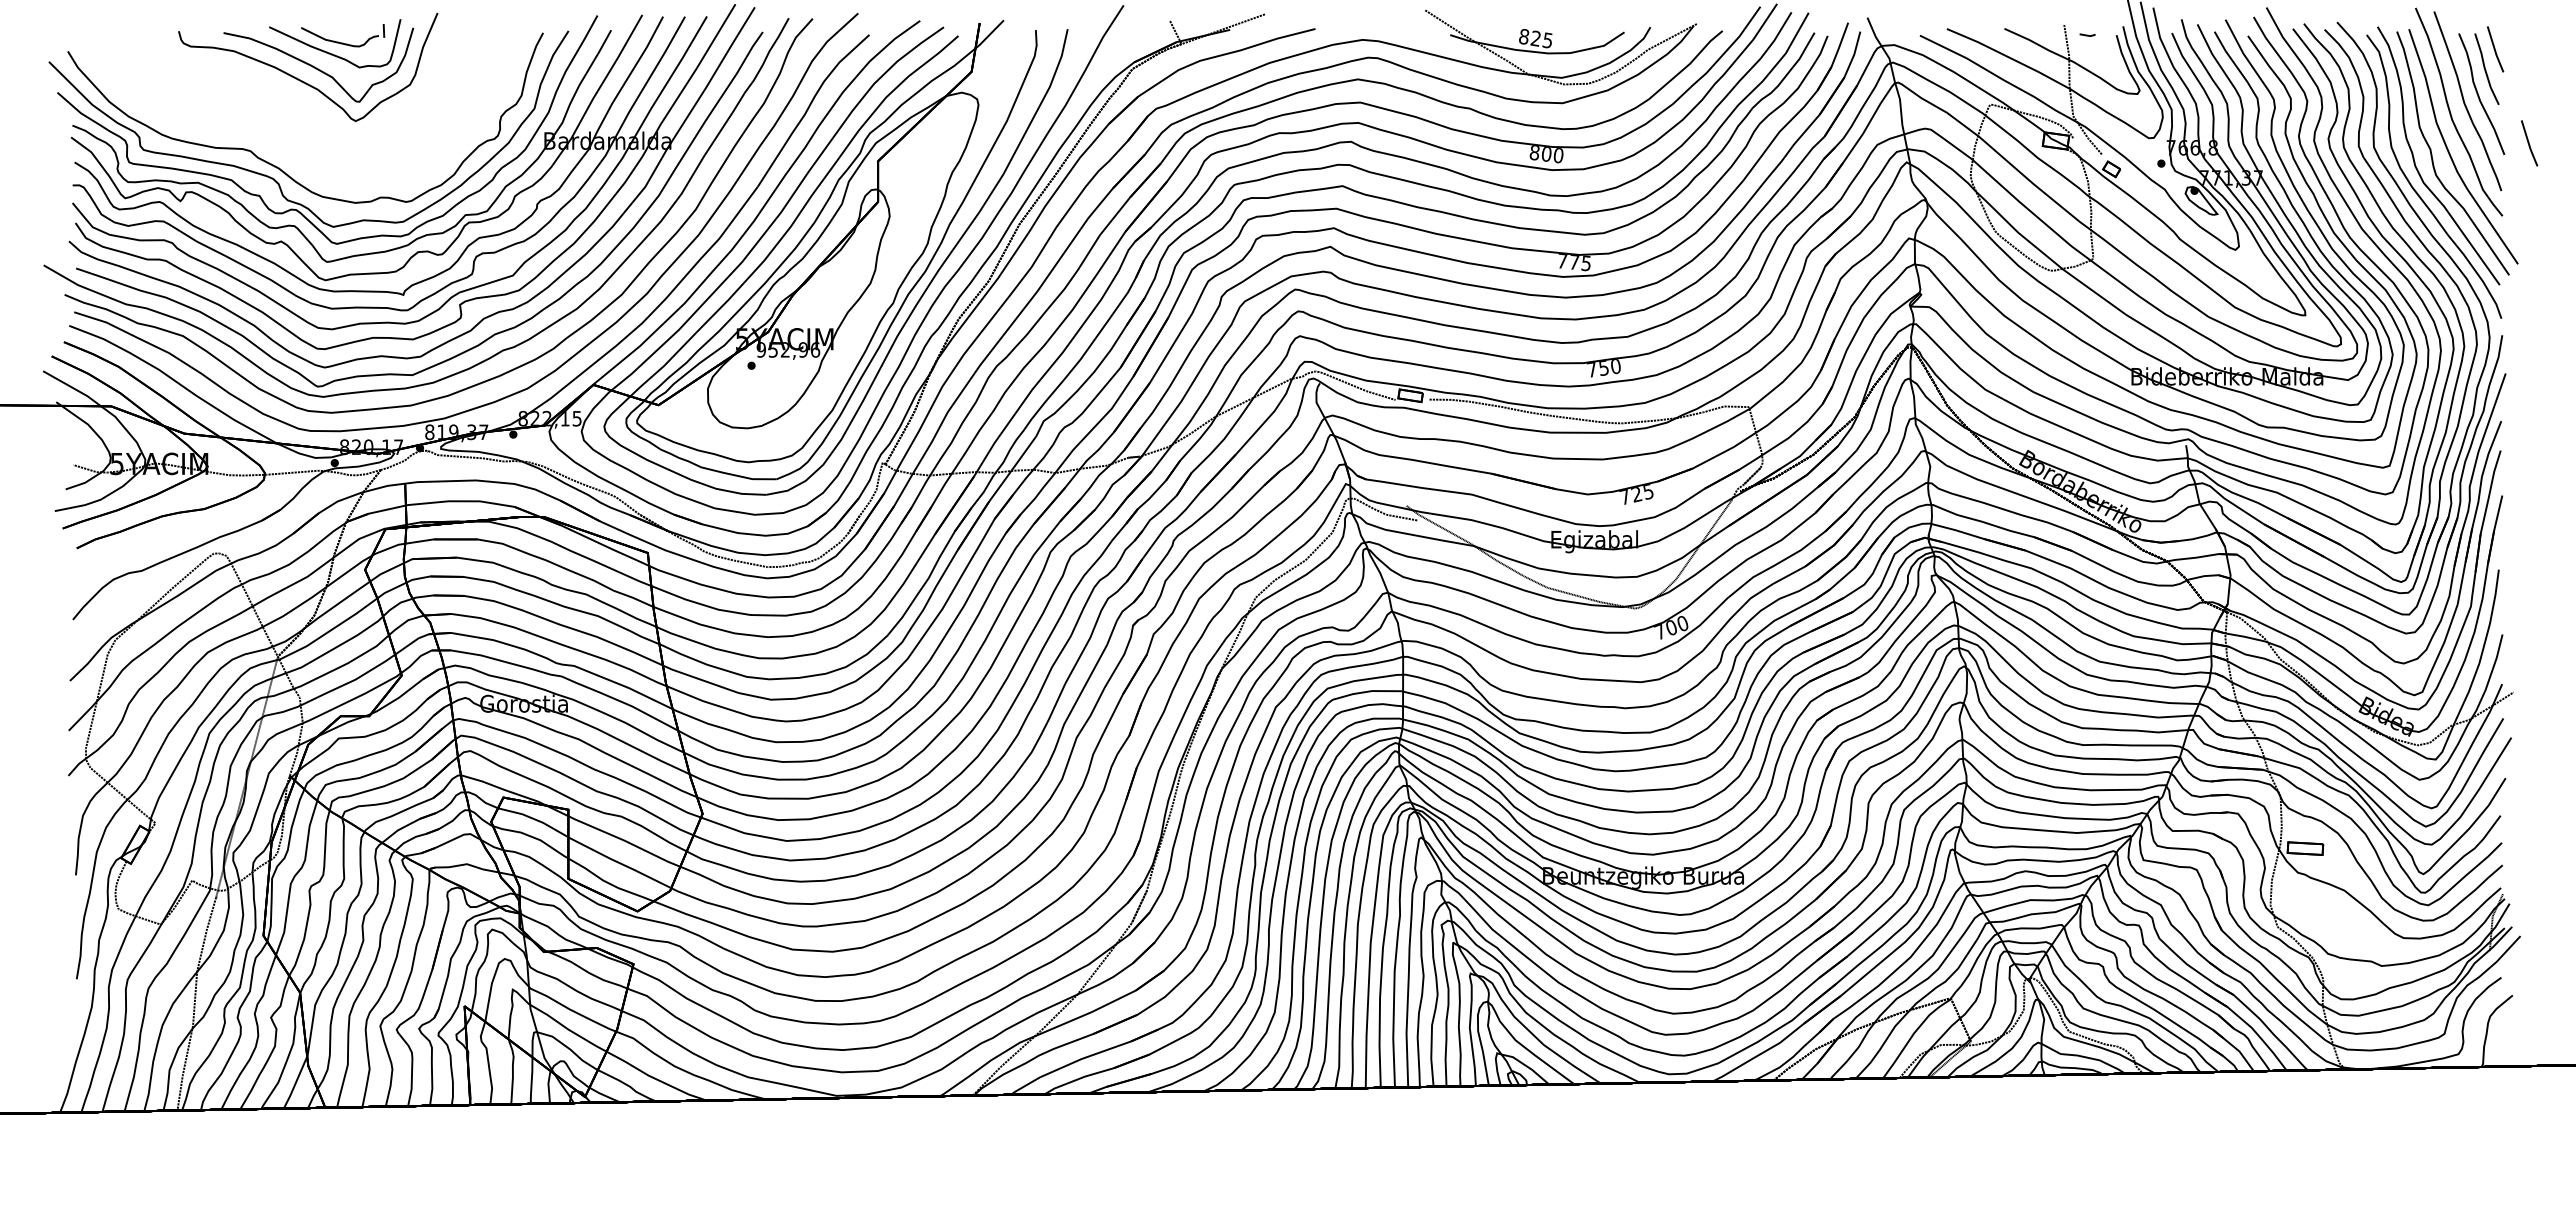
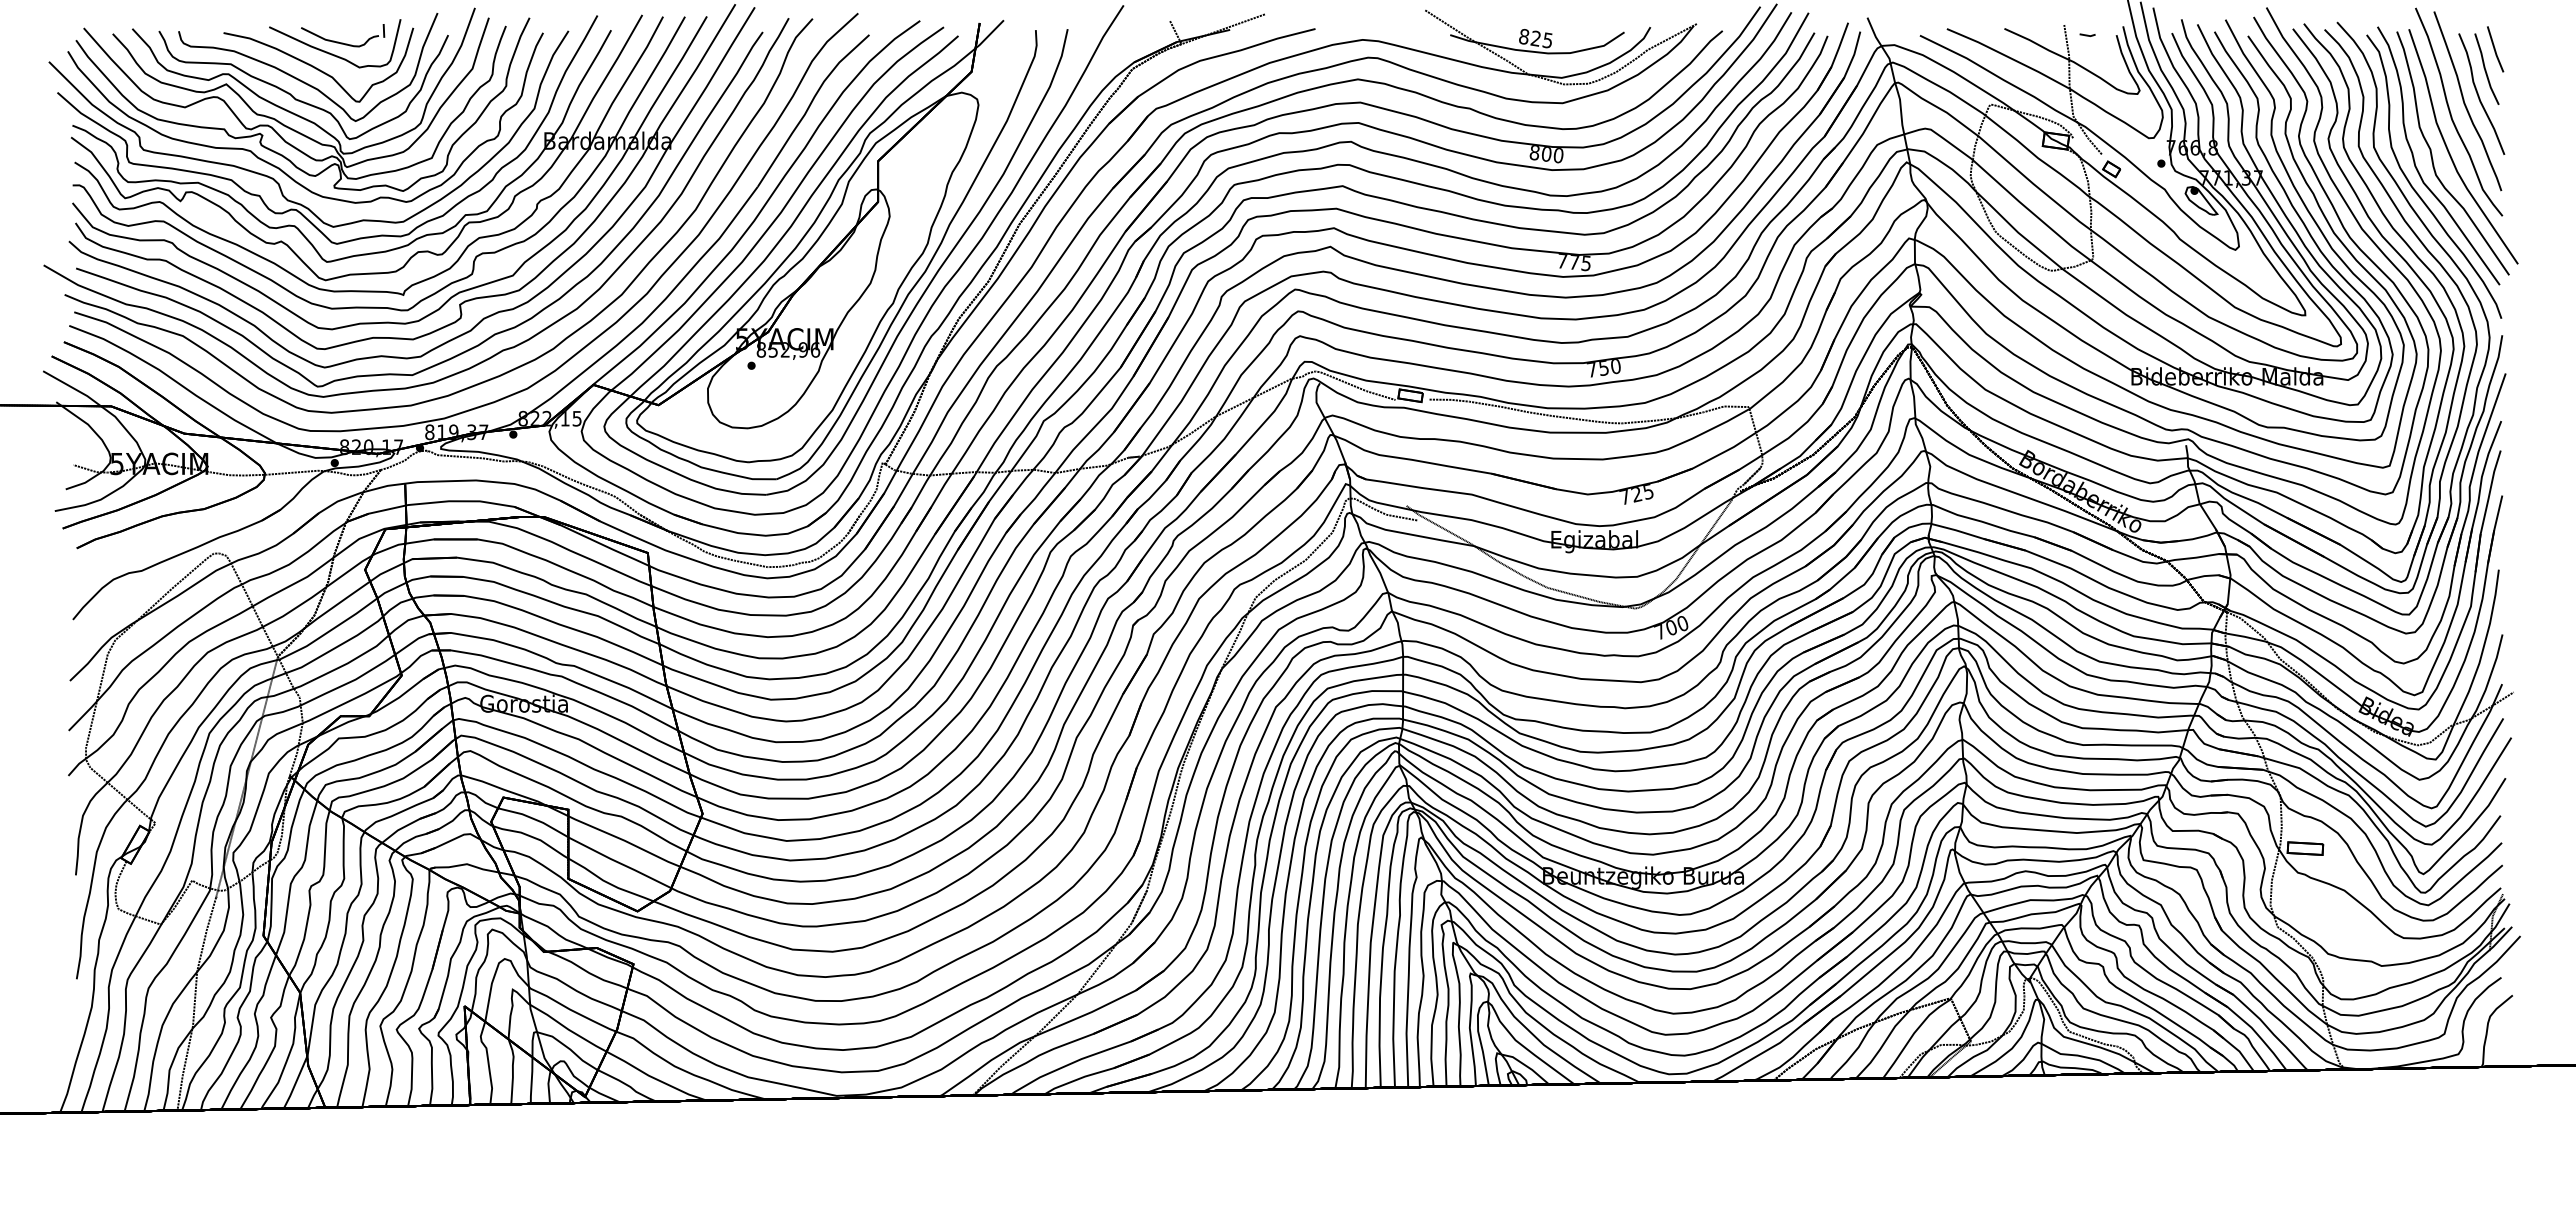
part at (302, 99): none -> present
line at (2529, 143): present -> none
text at (761, 349): 952,96 -> 852,96
